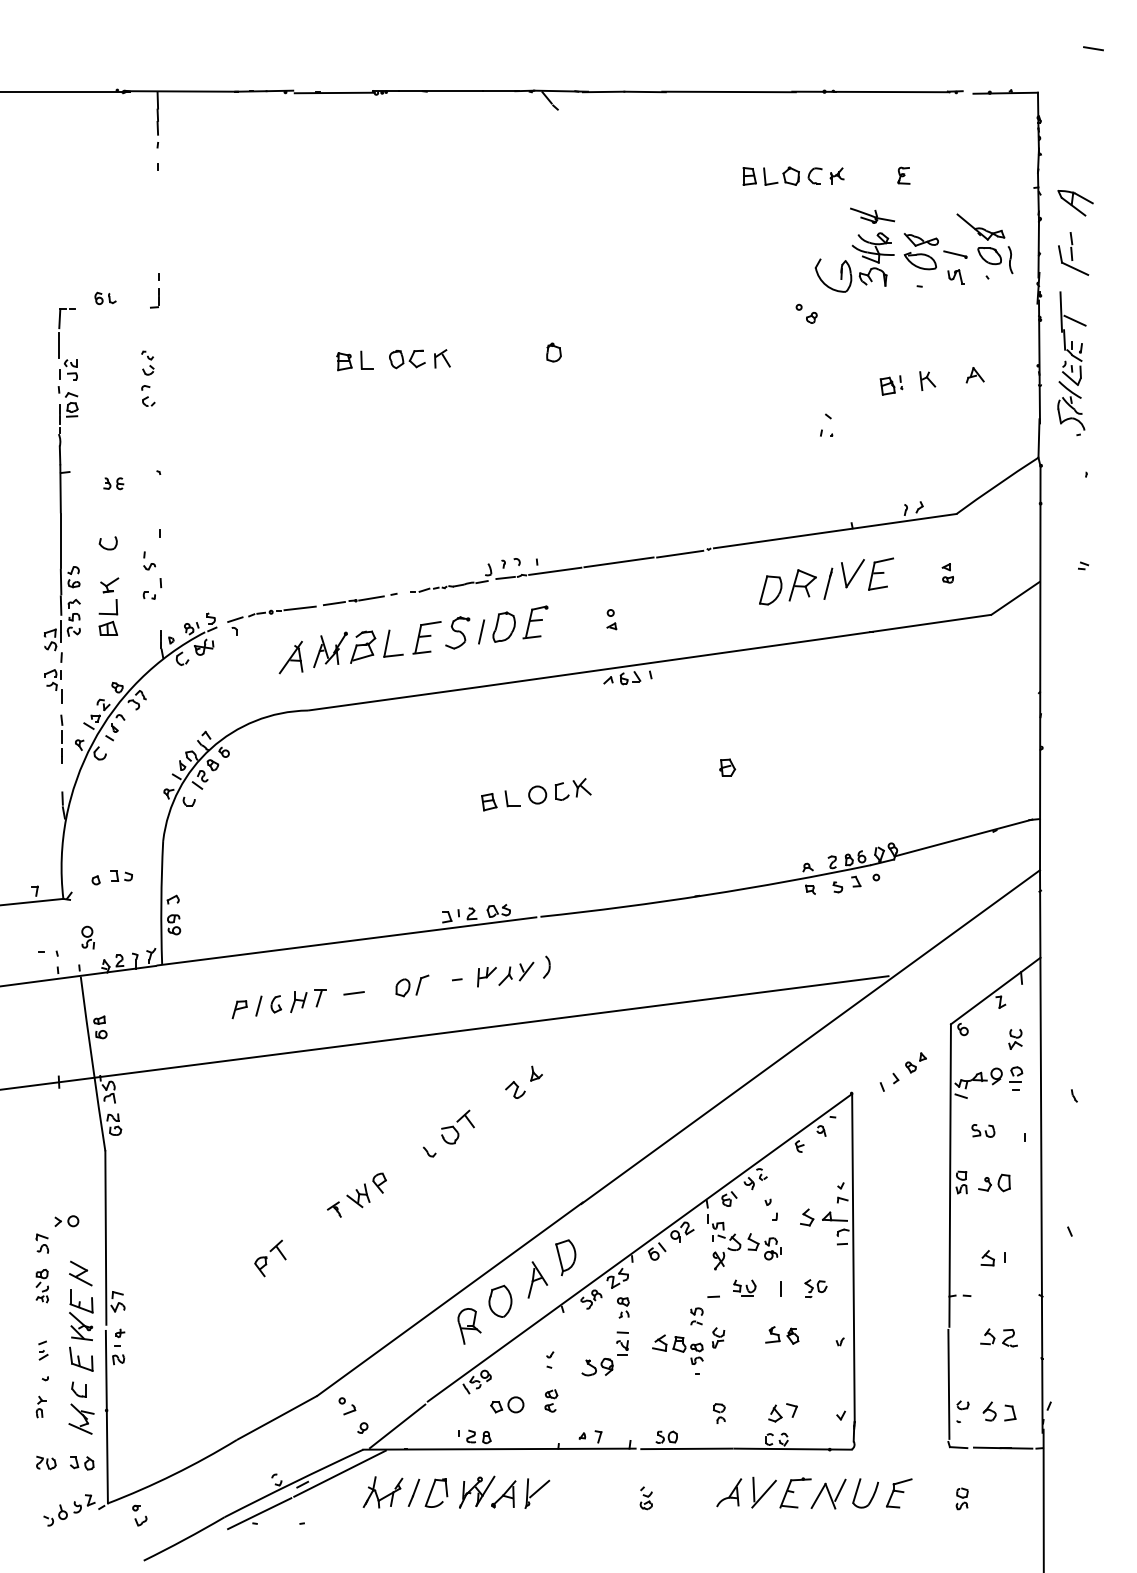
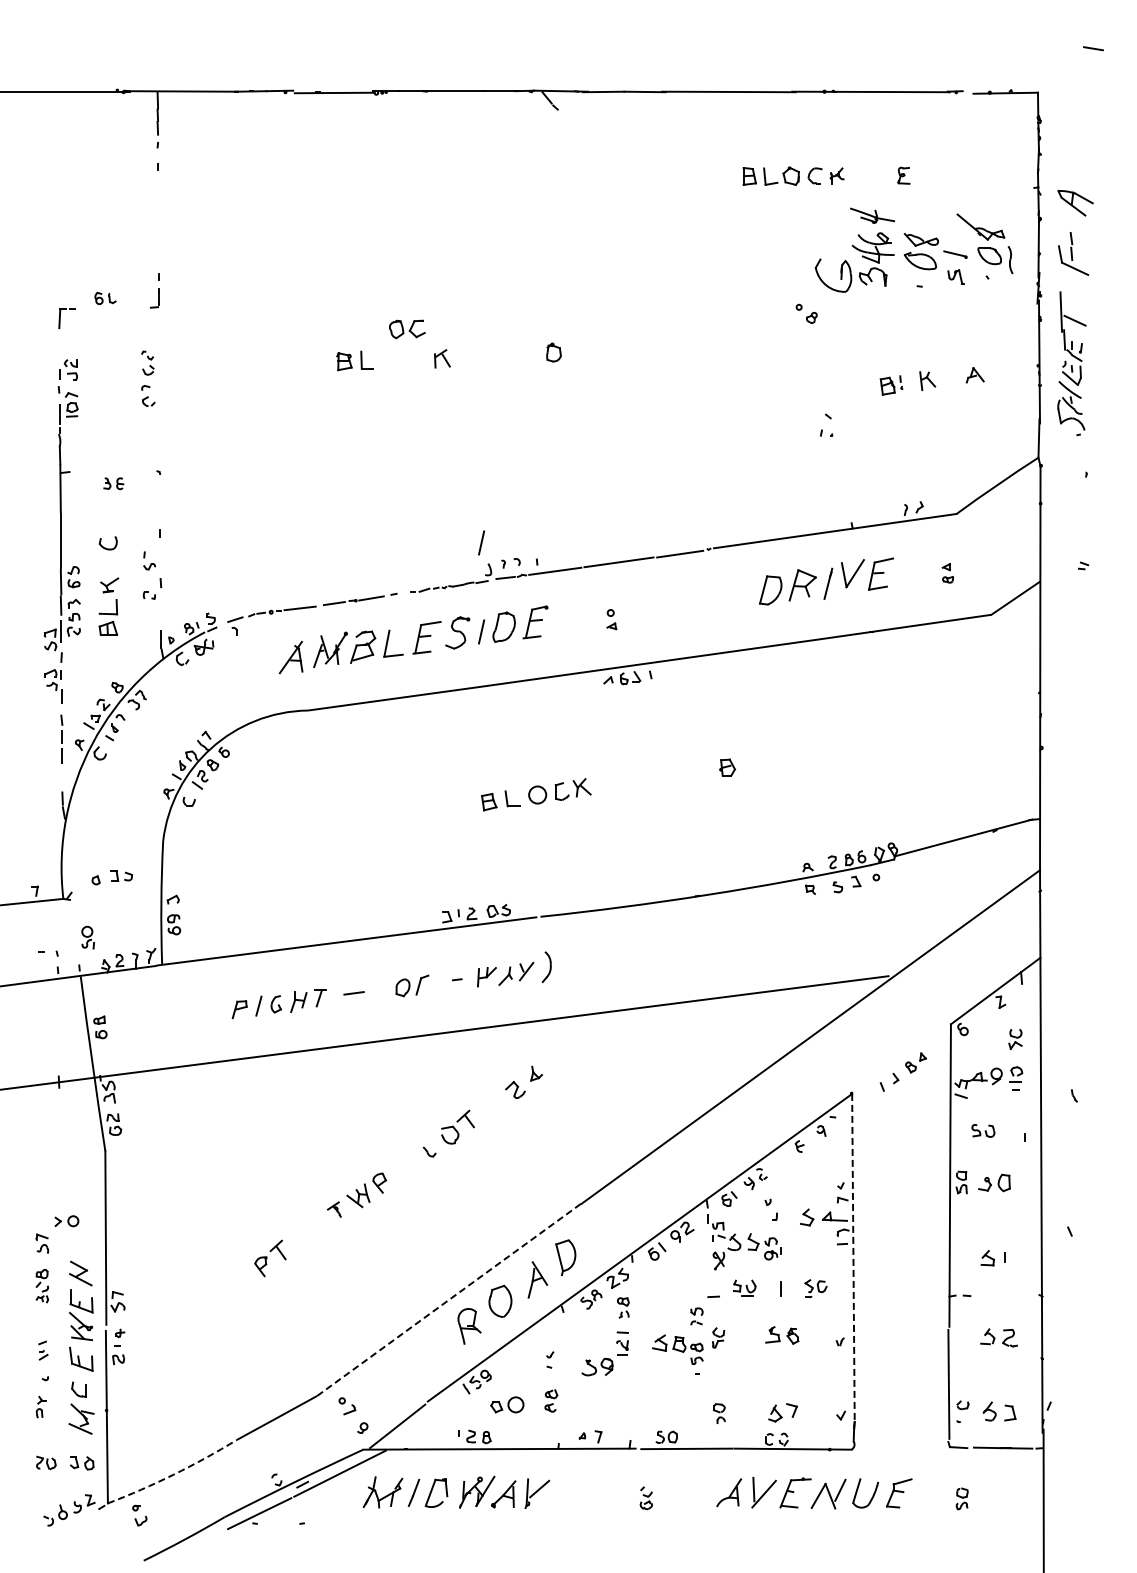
line at (59, 345): present -> none
part at (407, 359) position: (407, 359) -> (407, 329)
line at (481, 542): none -> present
part at (546, 966) size: 8x24 px -> 11x32 px
line at (853, 1258): solid -> dashed
line at (450, 1298): solid -> dashed
arc at (173, 1474): solid -> dashed
